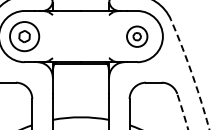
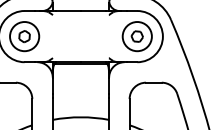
part at (137, 36) size: 23x23 px -> 32x32 px
arc at (192, 73): dashed -> solid
arc at (182, 111): dashed -> solid
